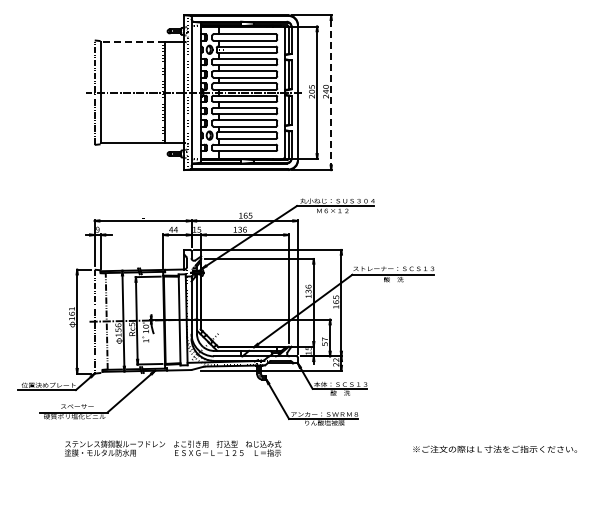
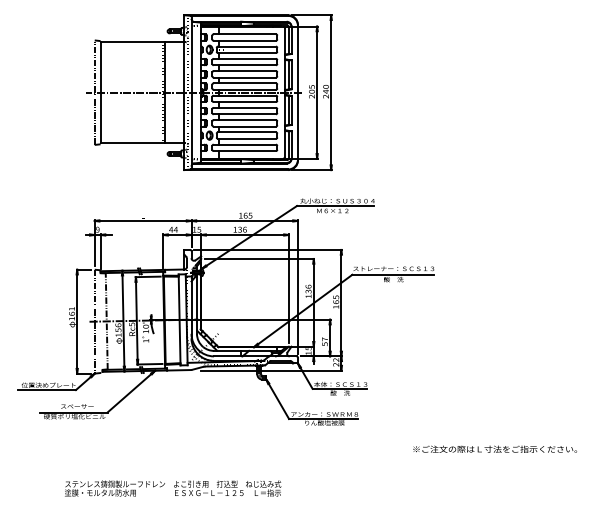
line at (132, 42): dashed -> solid
line at (331, 92): dashed -> solid
text at (173, 448) position: (173, 448) -> (173, 488)
